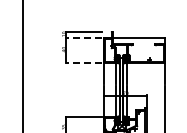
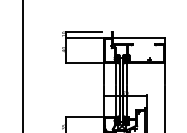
line at (83, 38): dashed -> solid
line at (83, 62): dashed -> solid
